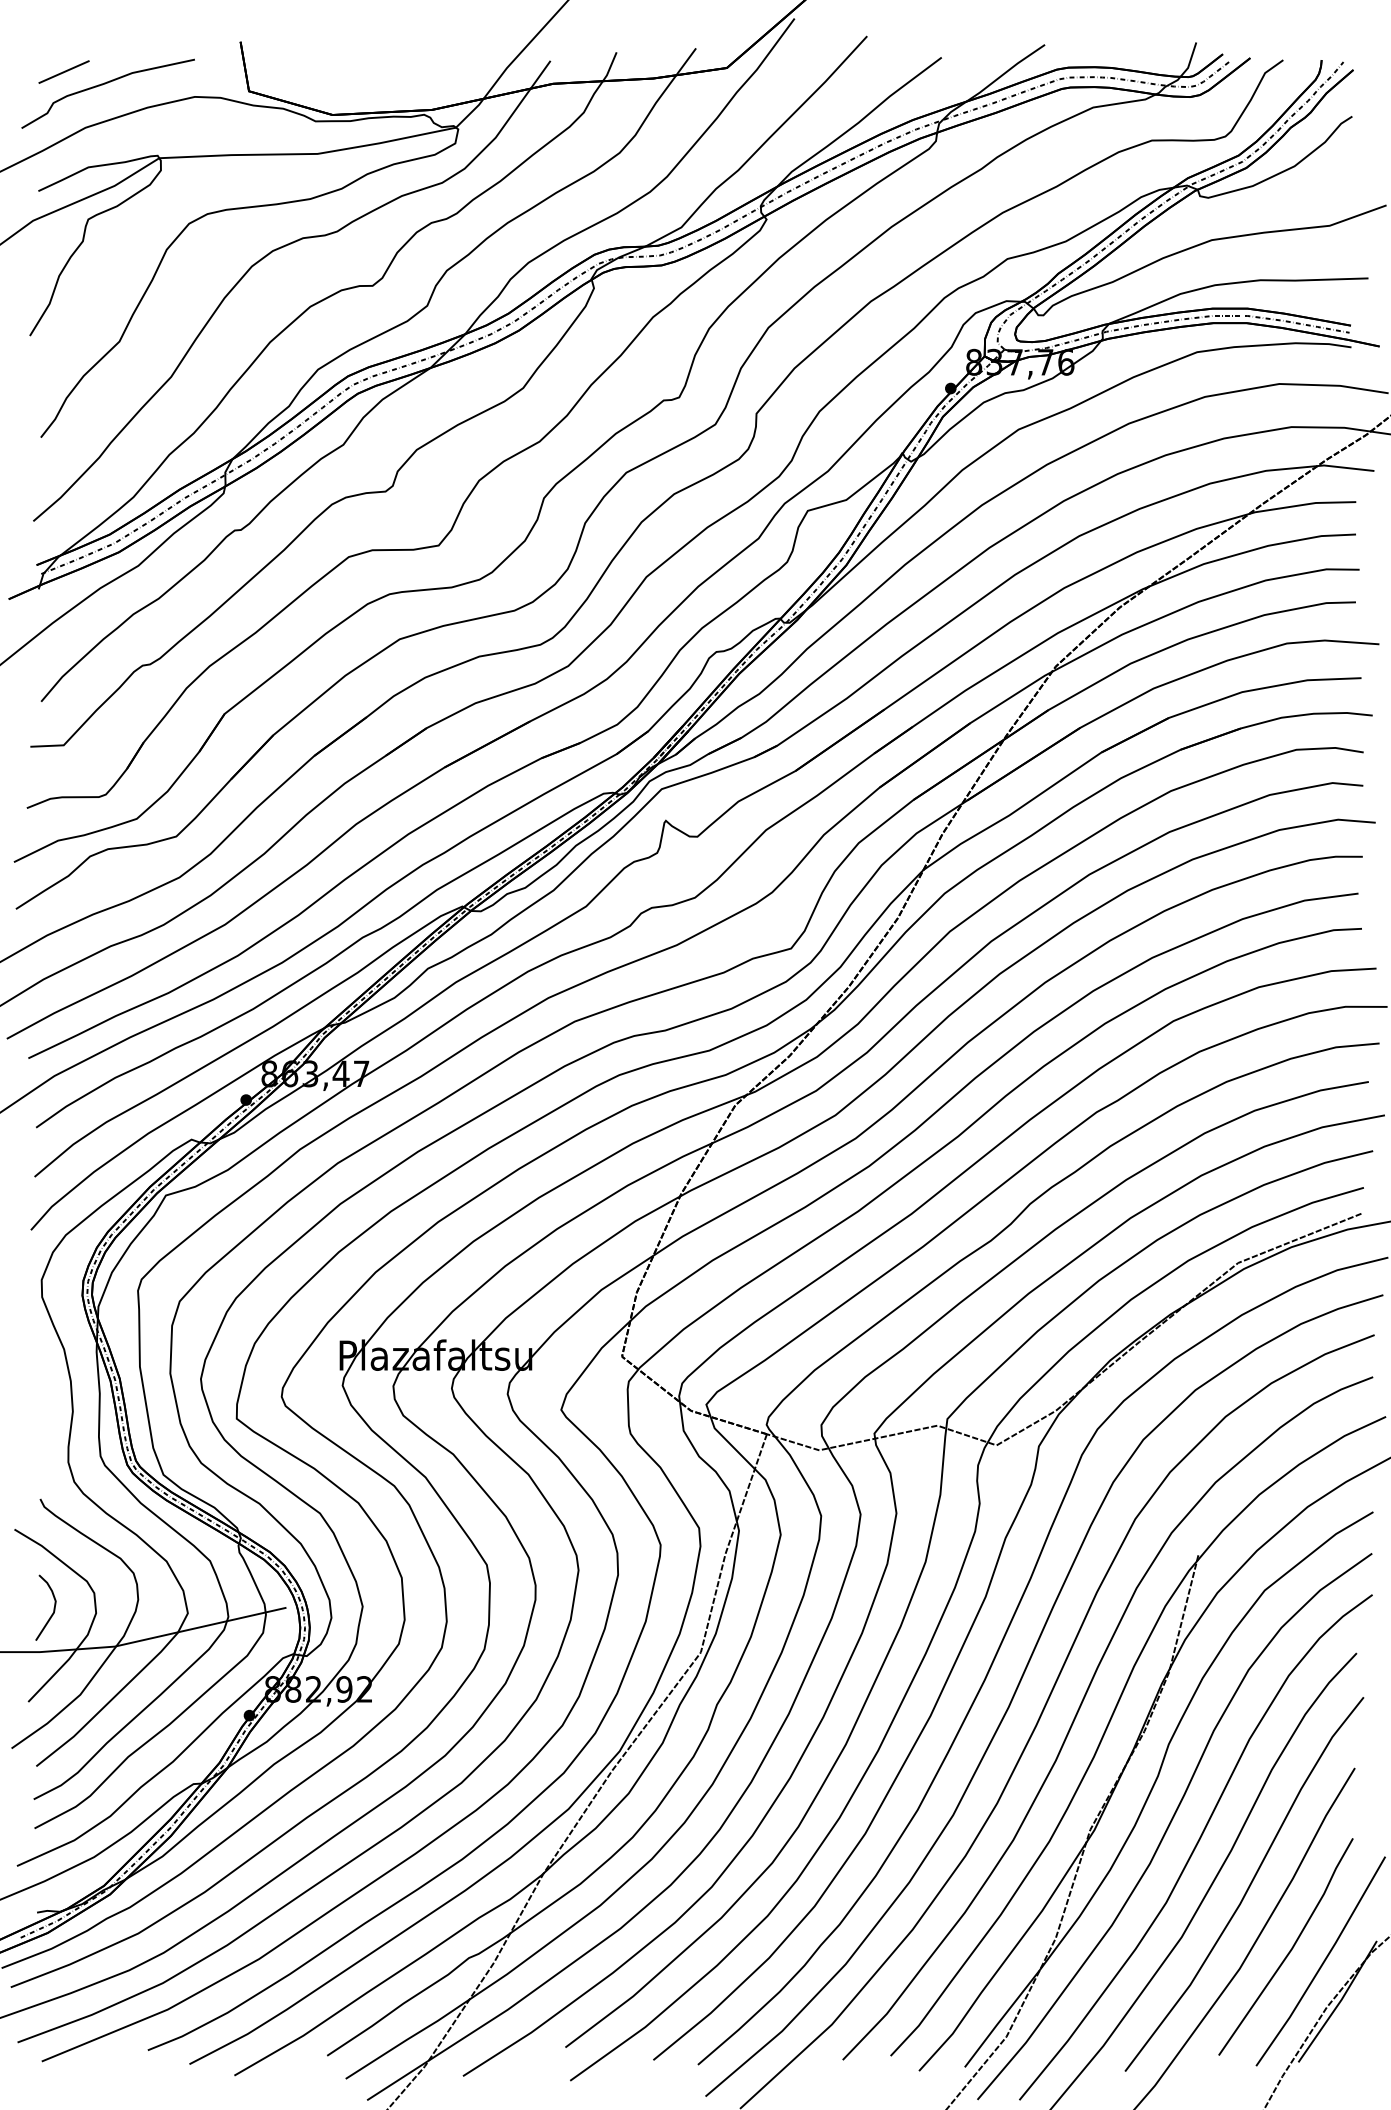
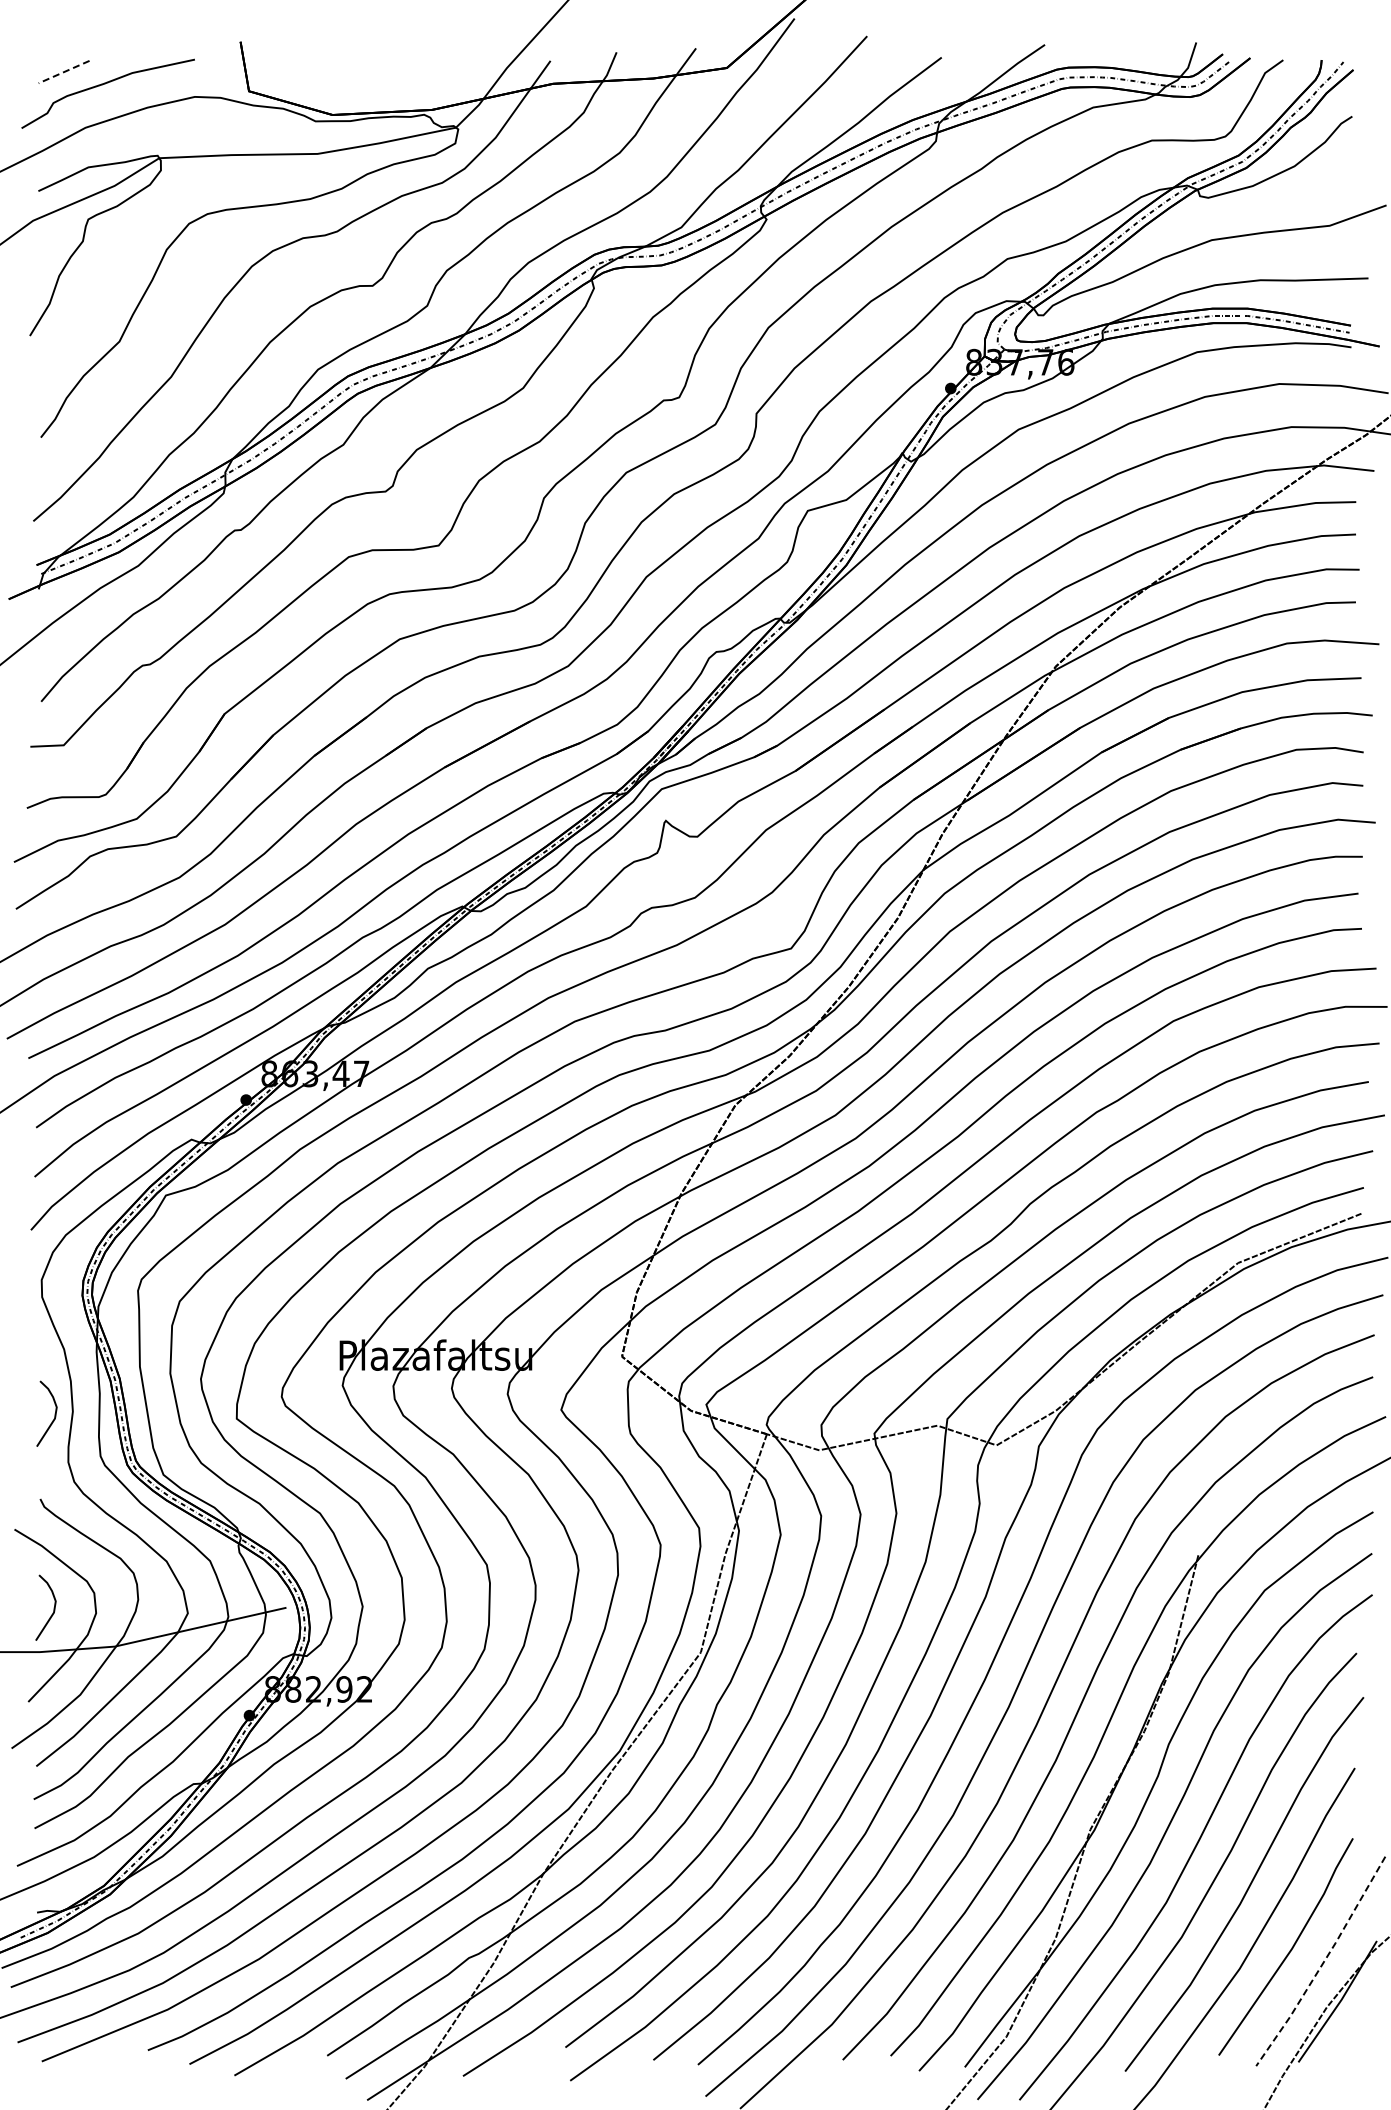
line at (64, 72): solid -> dashed
curve at (54, 1413): none -> present
line at (1323, 1963): solid -> dashed
